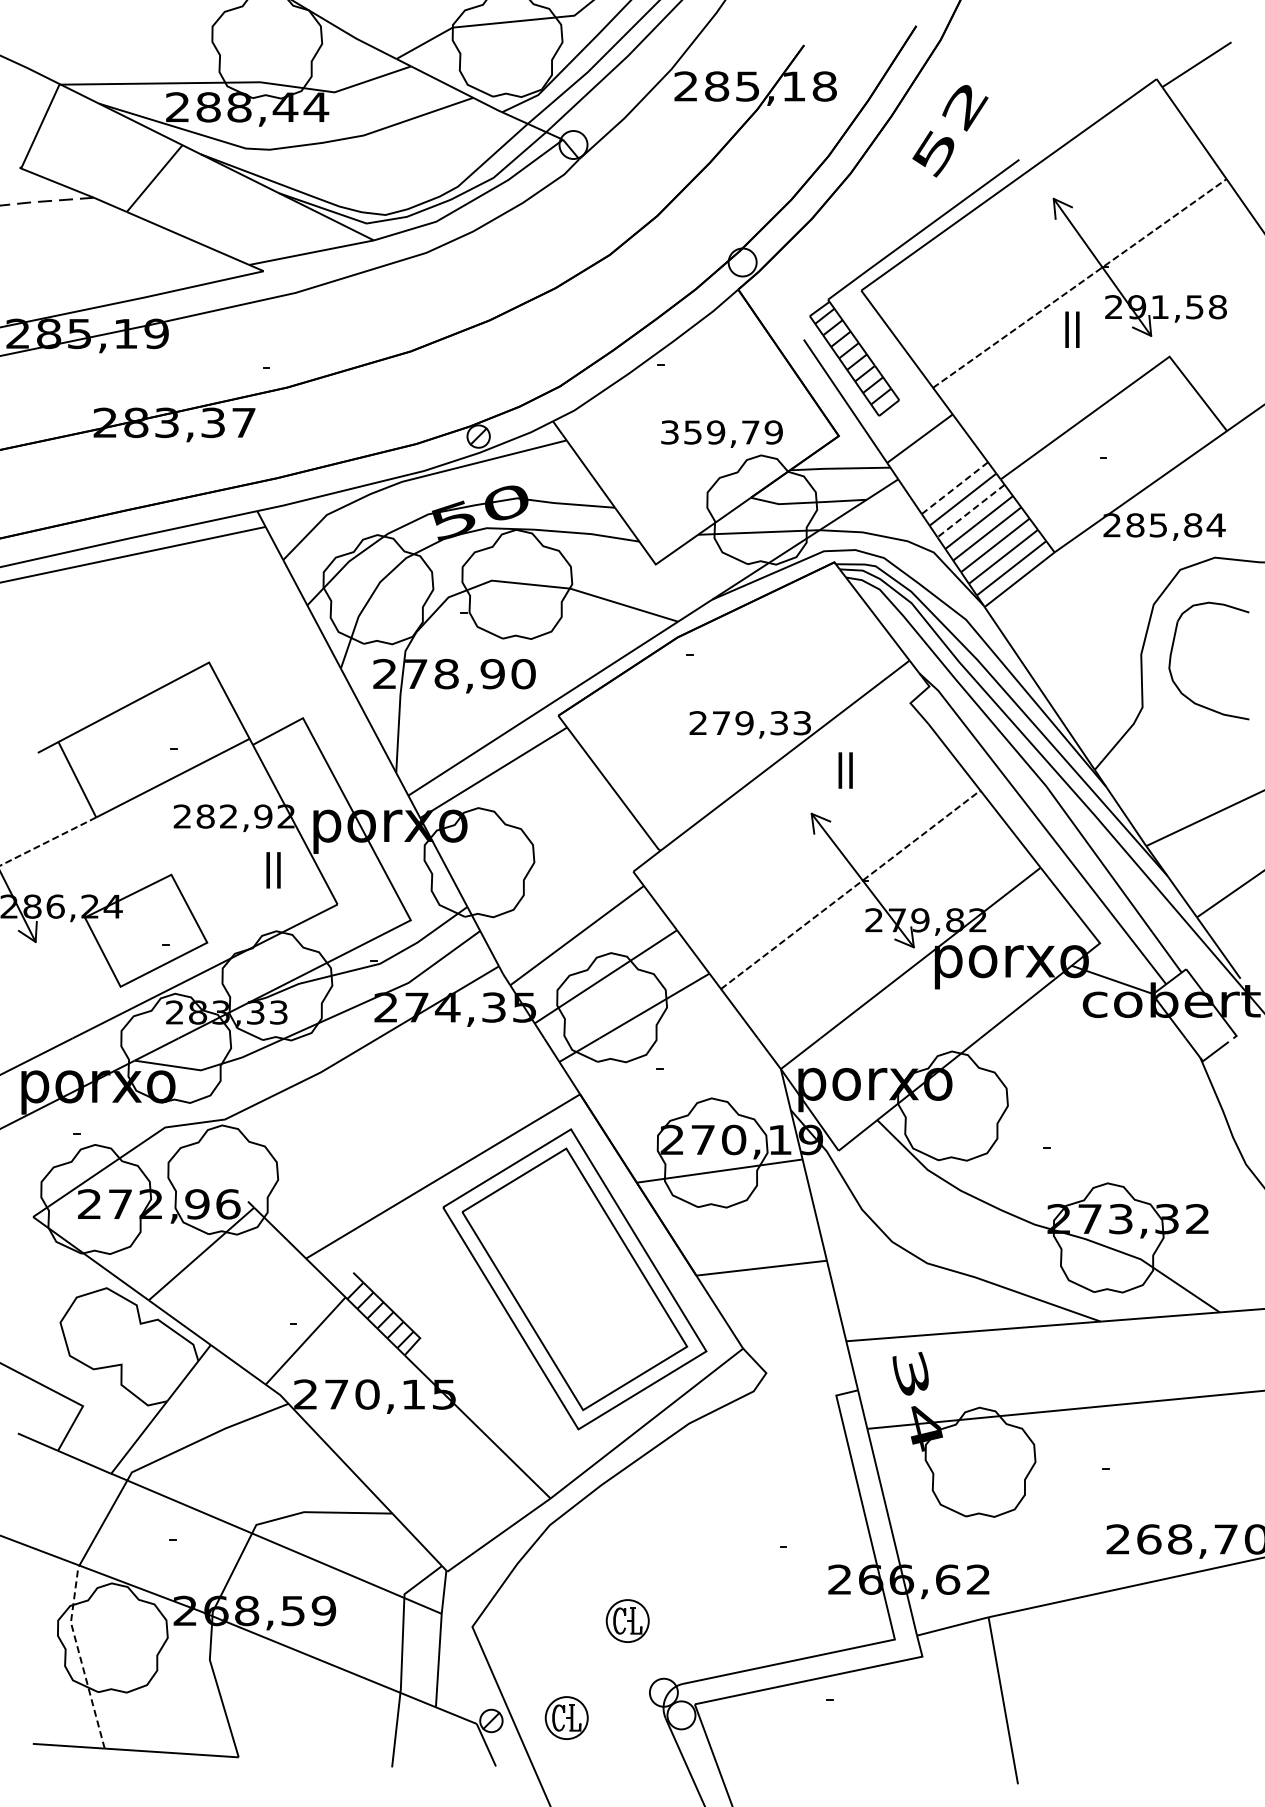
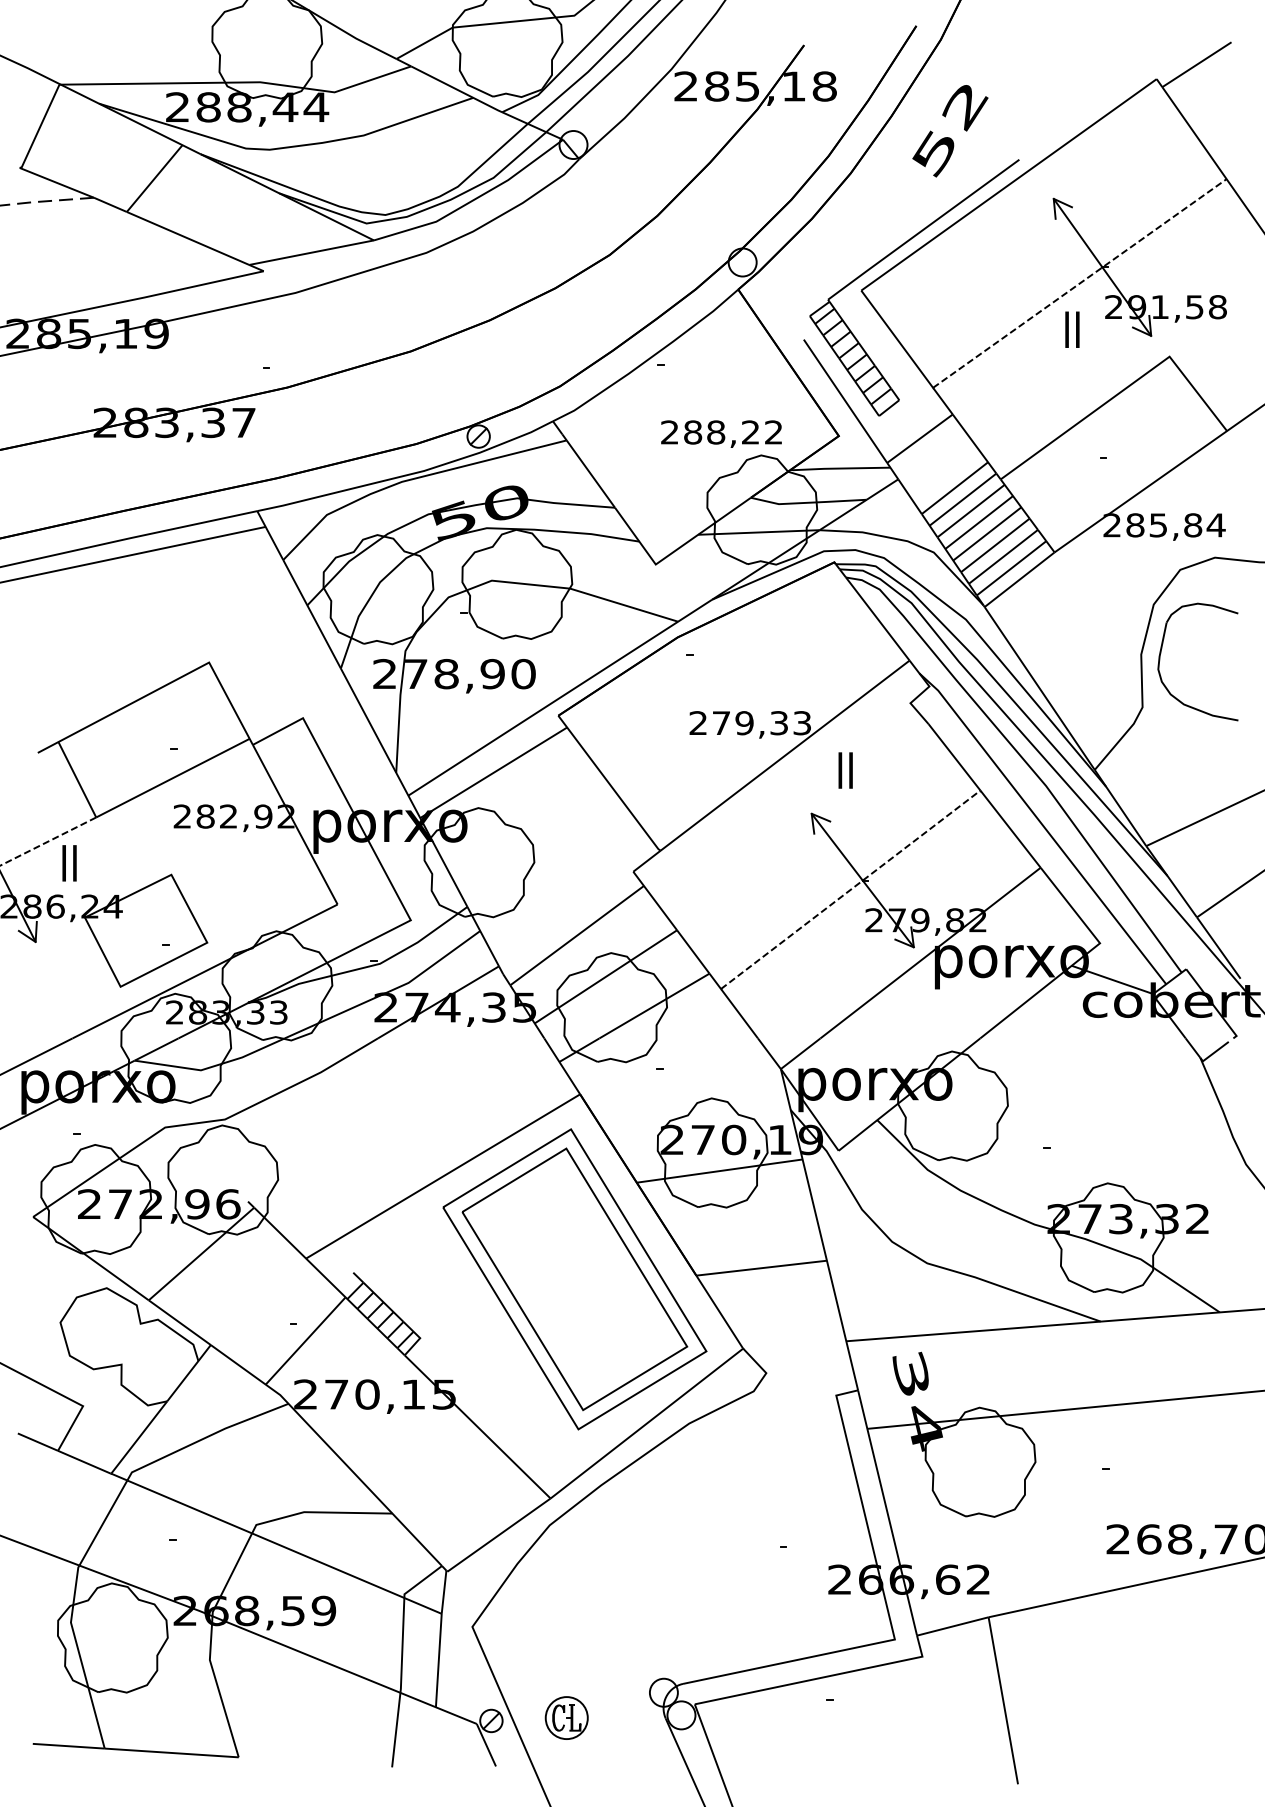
text at (721, 432): 359,79 -> 288,22
line at (954, 488): dashed -> solid
line at (971, 511): dashed -> solid
part at (1172, 652) position: (1172, 652) -> (1161, 653)
text at (273, 870) position: (273, 870) -> (69, 863)
part at (627, 1620): present -> none
line at (79, 1656): dashed -> solid
